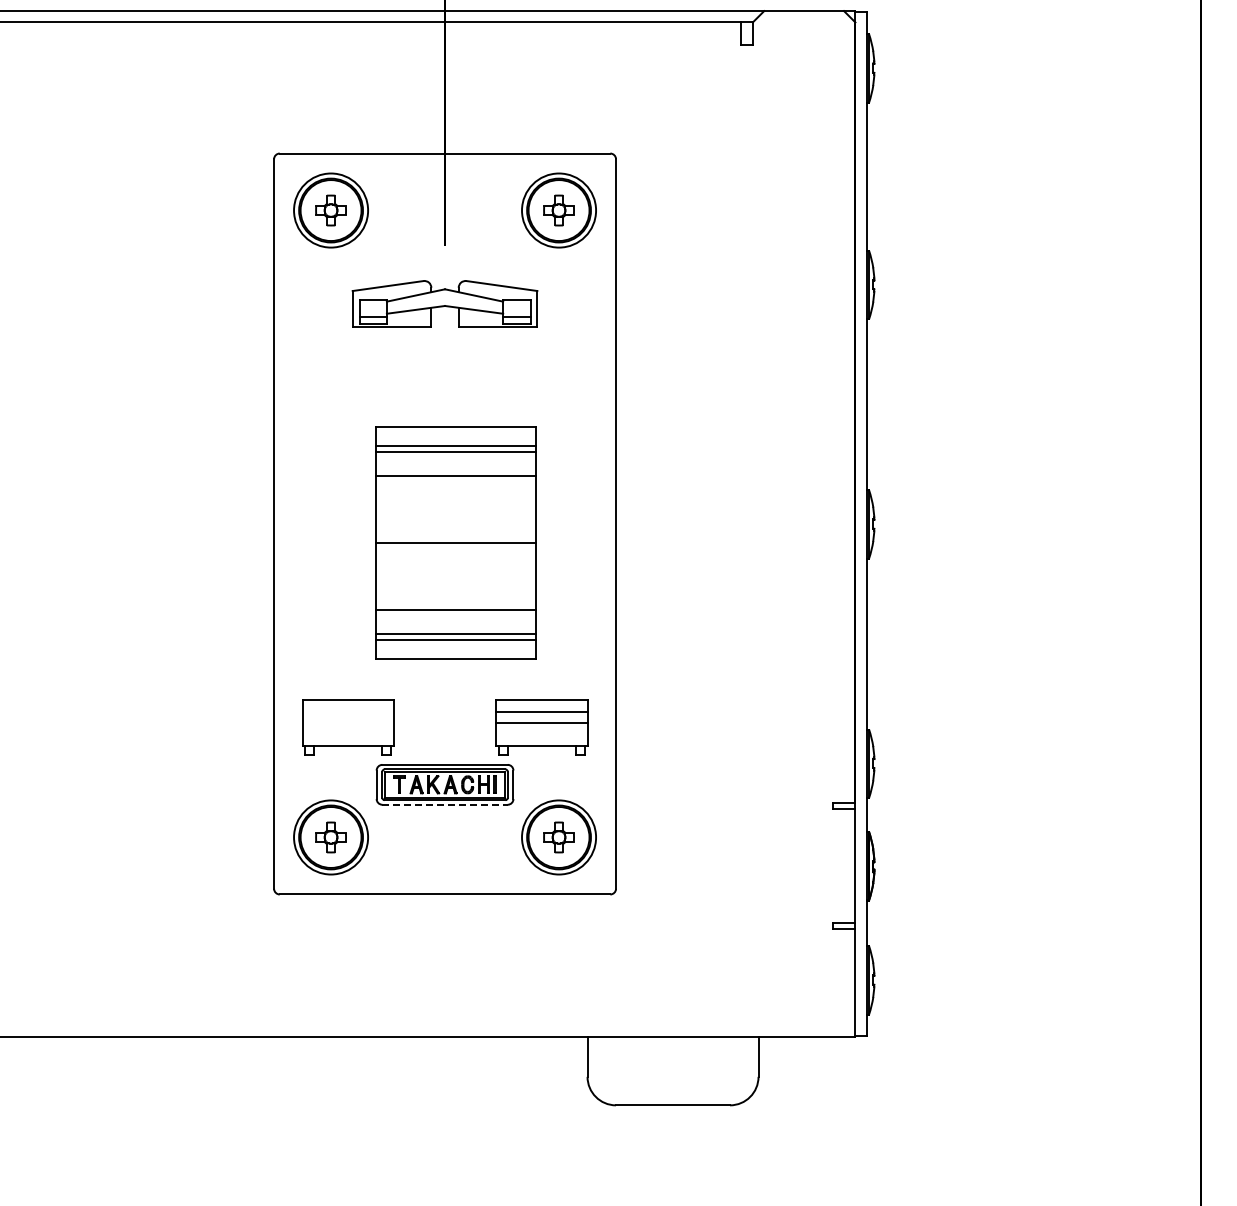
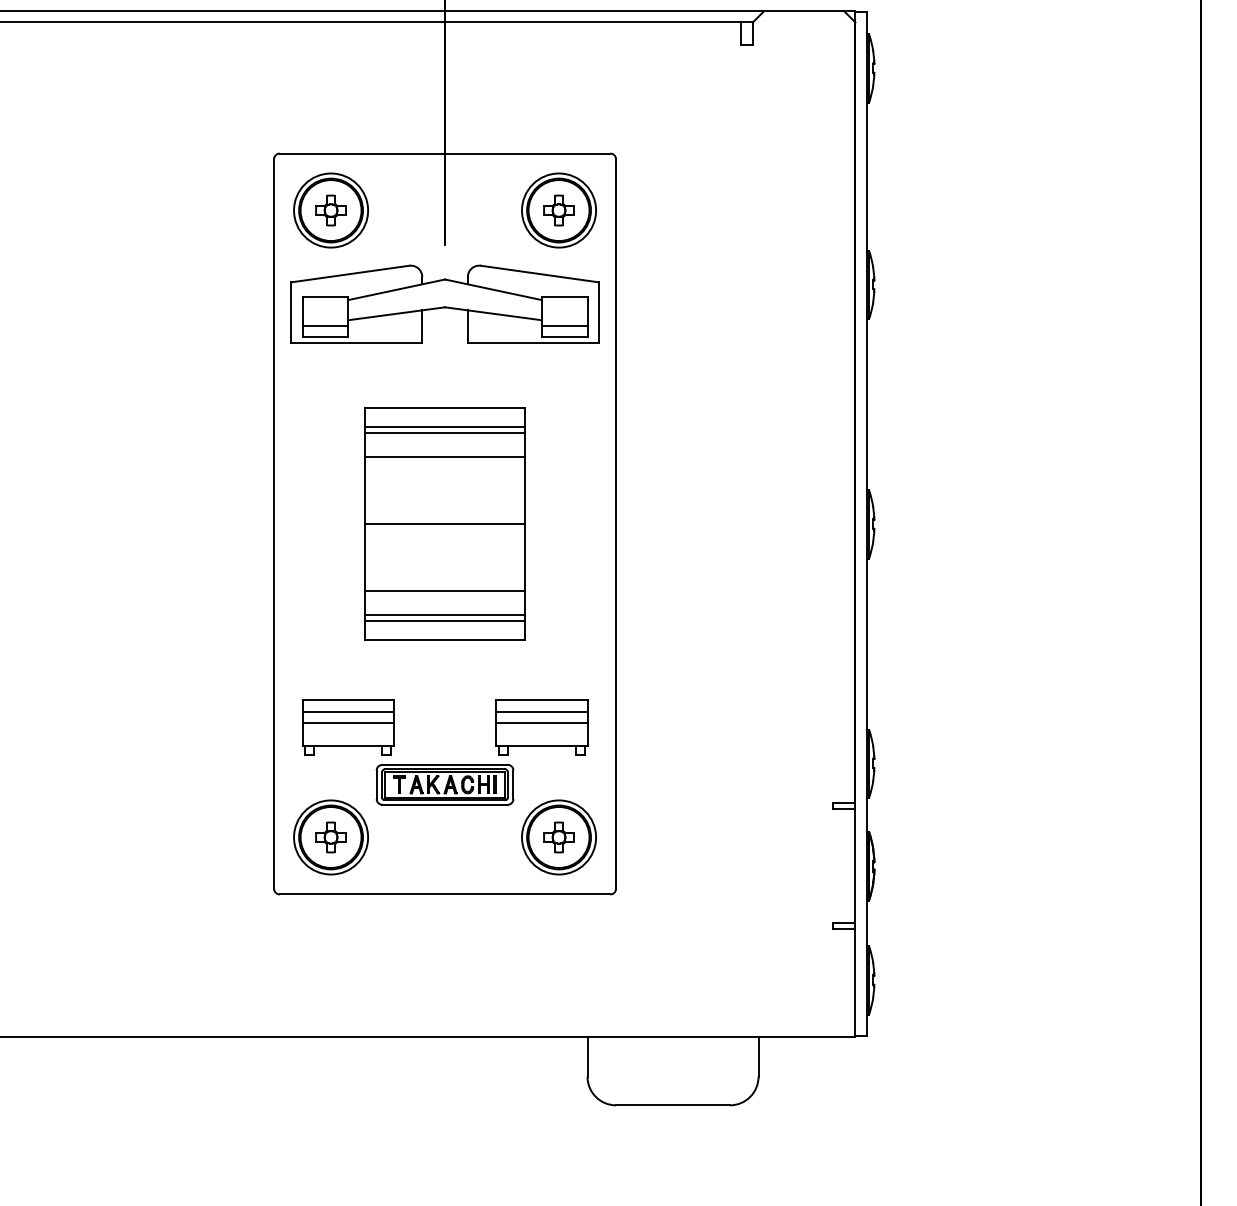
part at (444, 303) size: 188x48 px -> 310x80 px
part at (455, 542) position: (455, 542) -> (444, 523)
line at (347, 712): none -> present
line at (347, 723): none -> present
line at (445, 804): dashed -> solid
